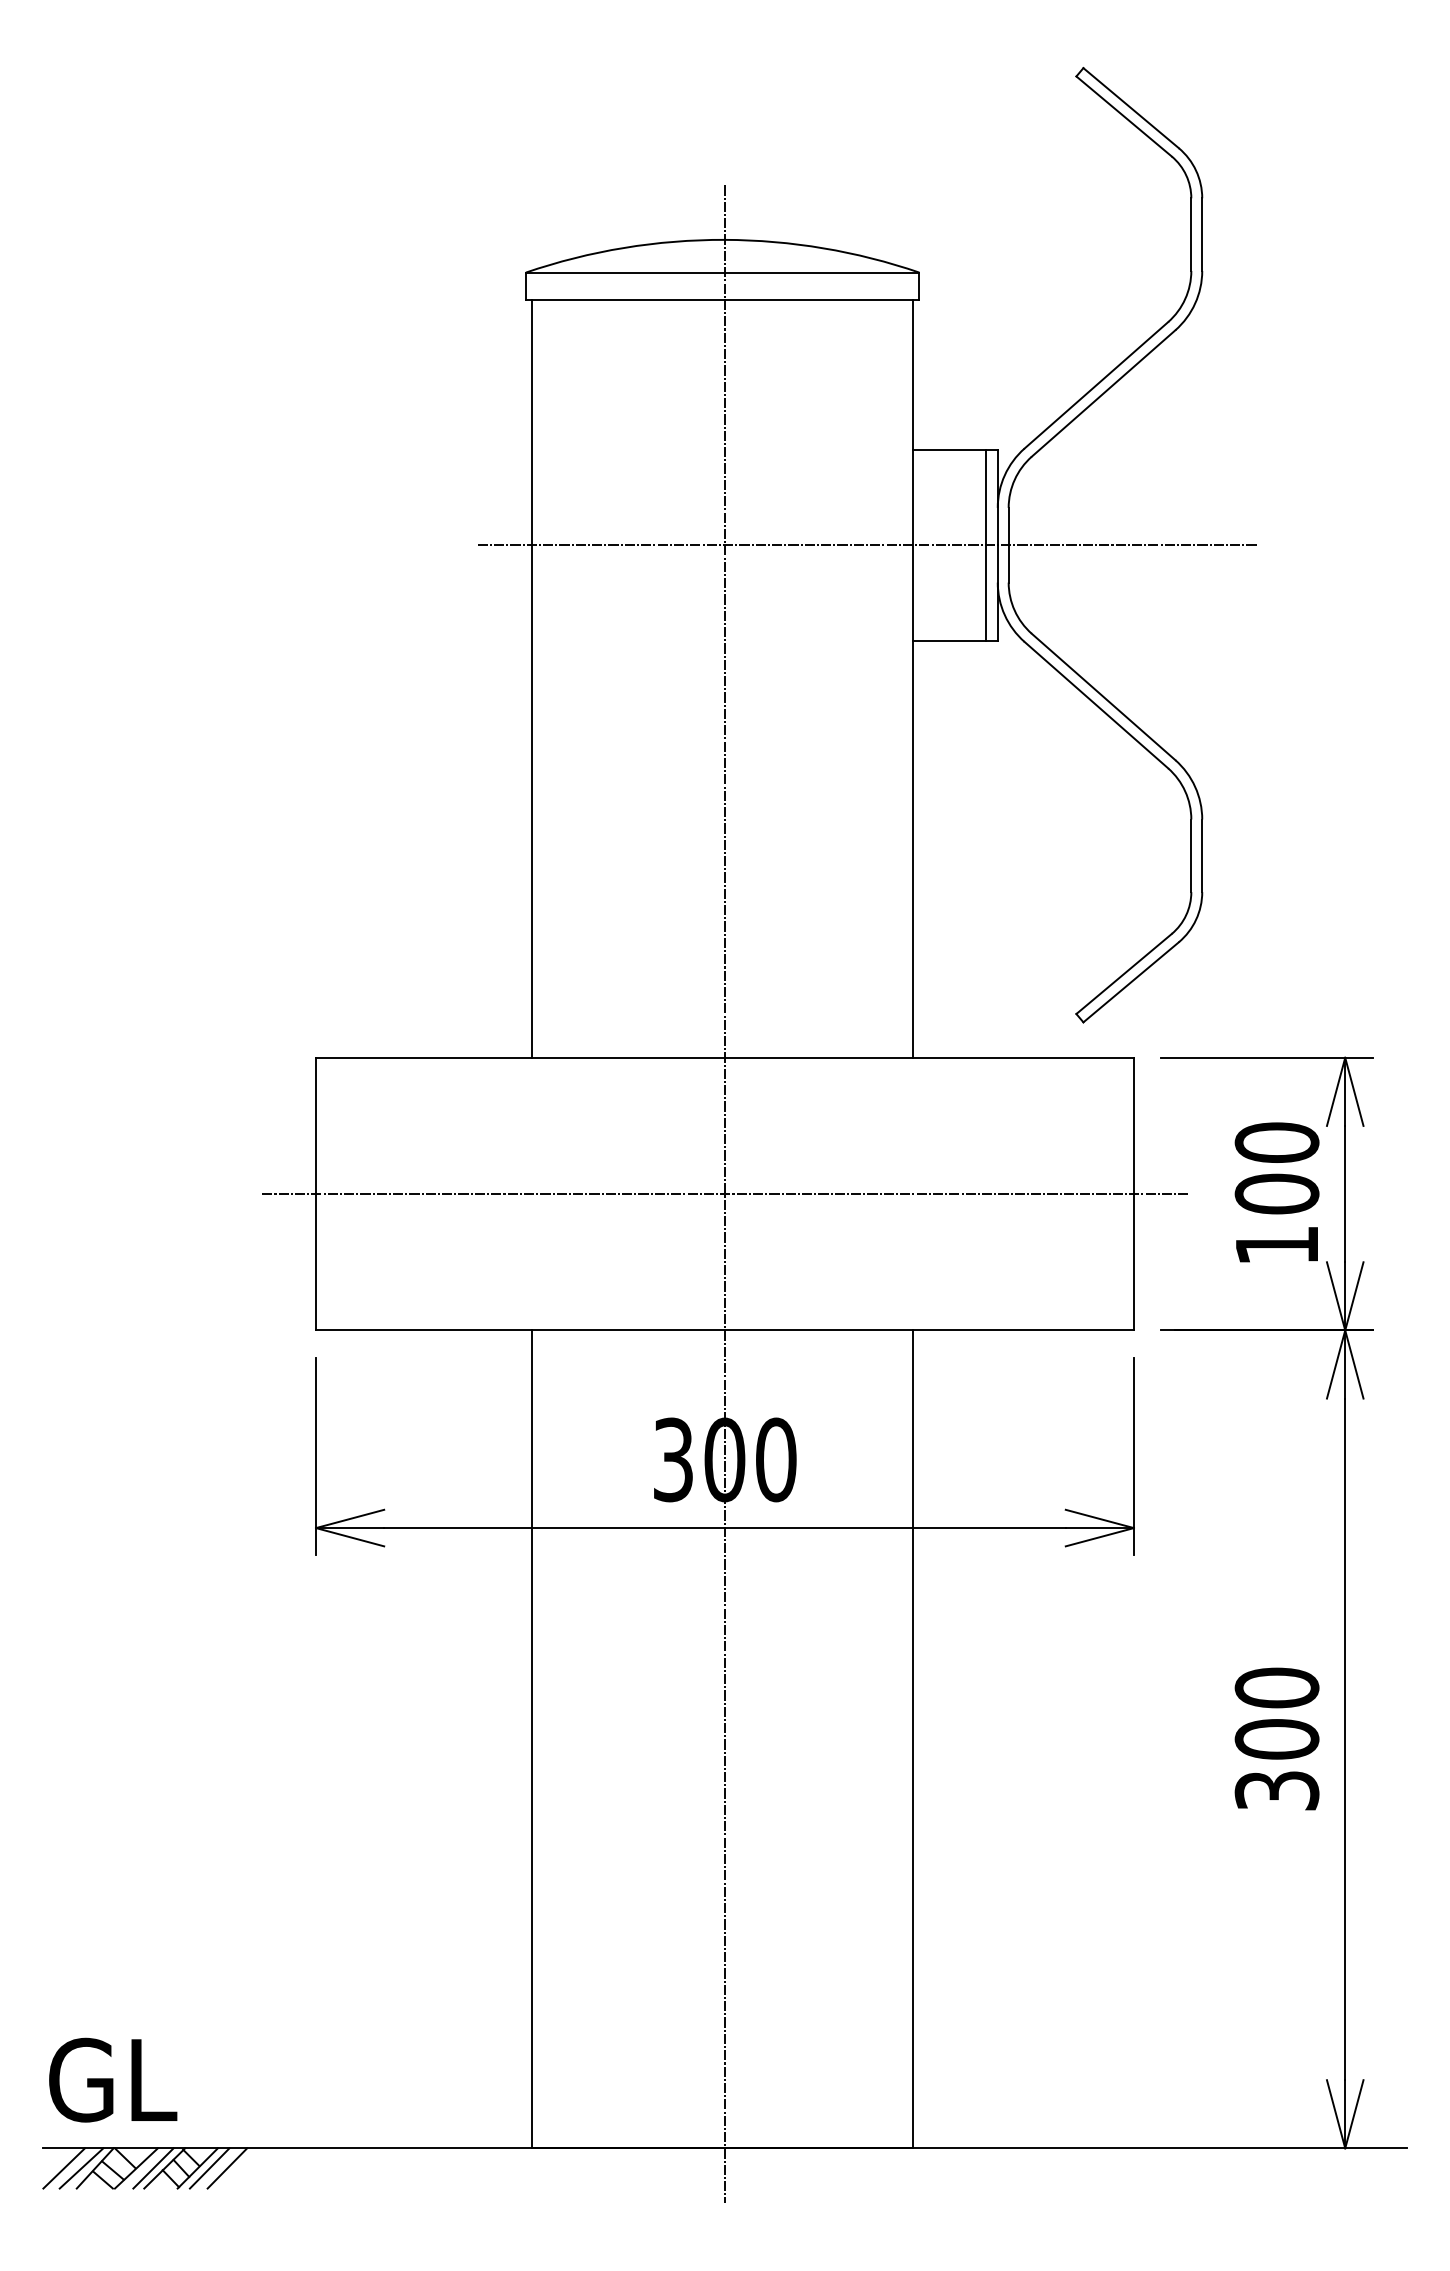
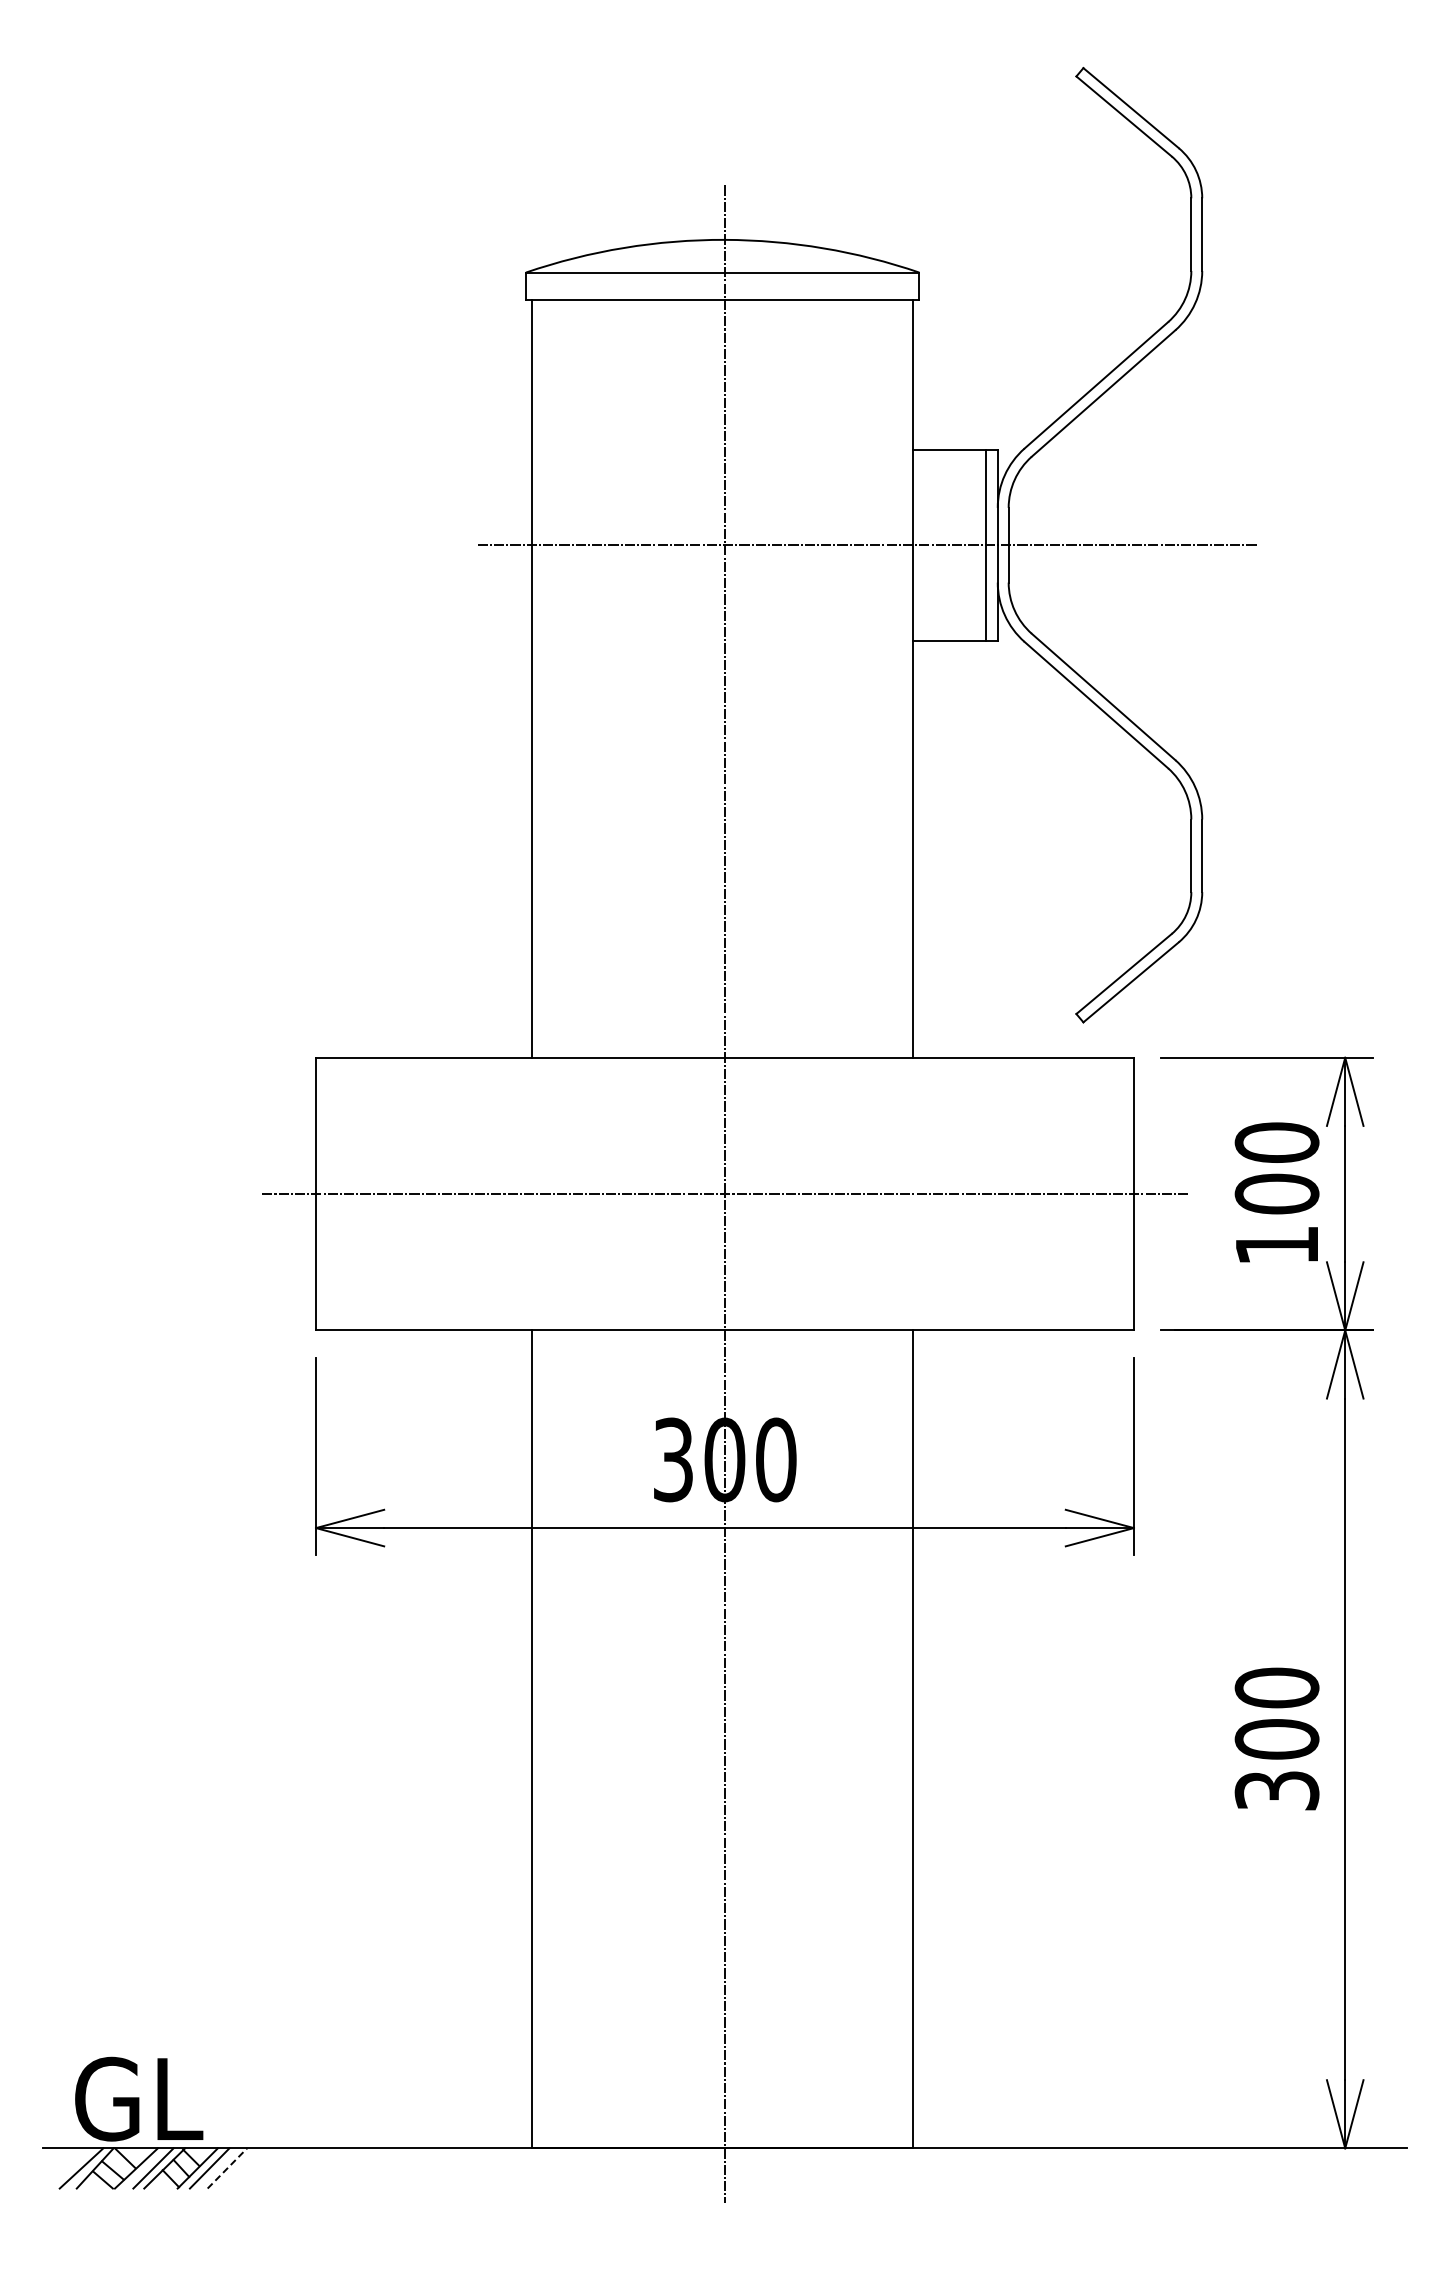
text at (113, 2079) position: (113, 2079) -> (139, 2098)
line at (63, 2168): present -> none
line at (227, 2168): solid -> dashed
